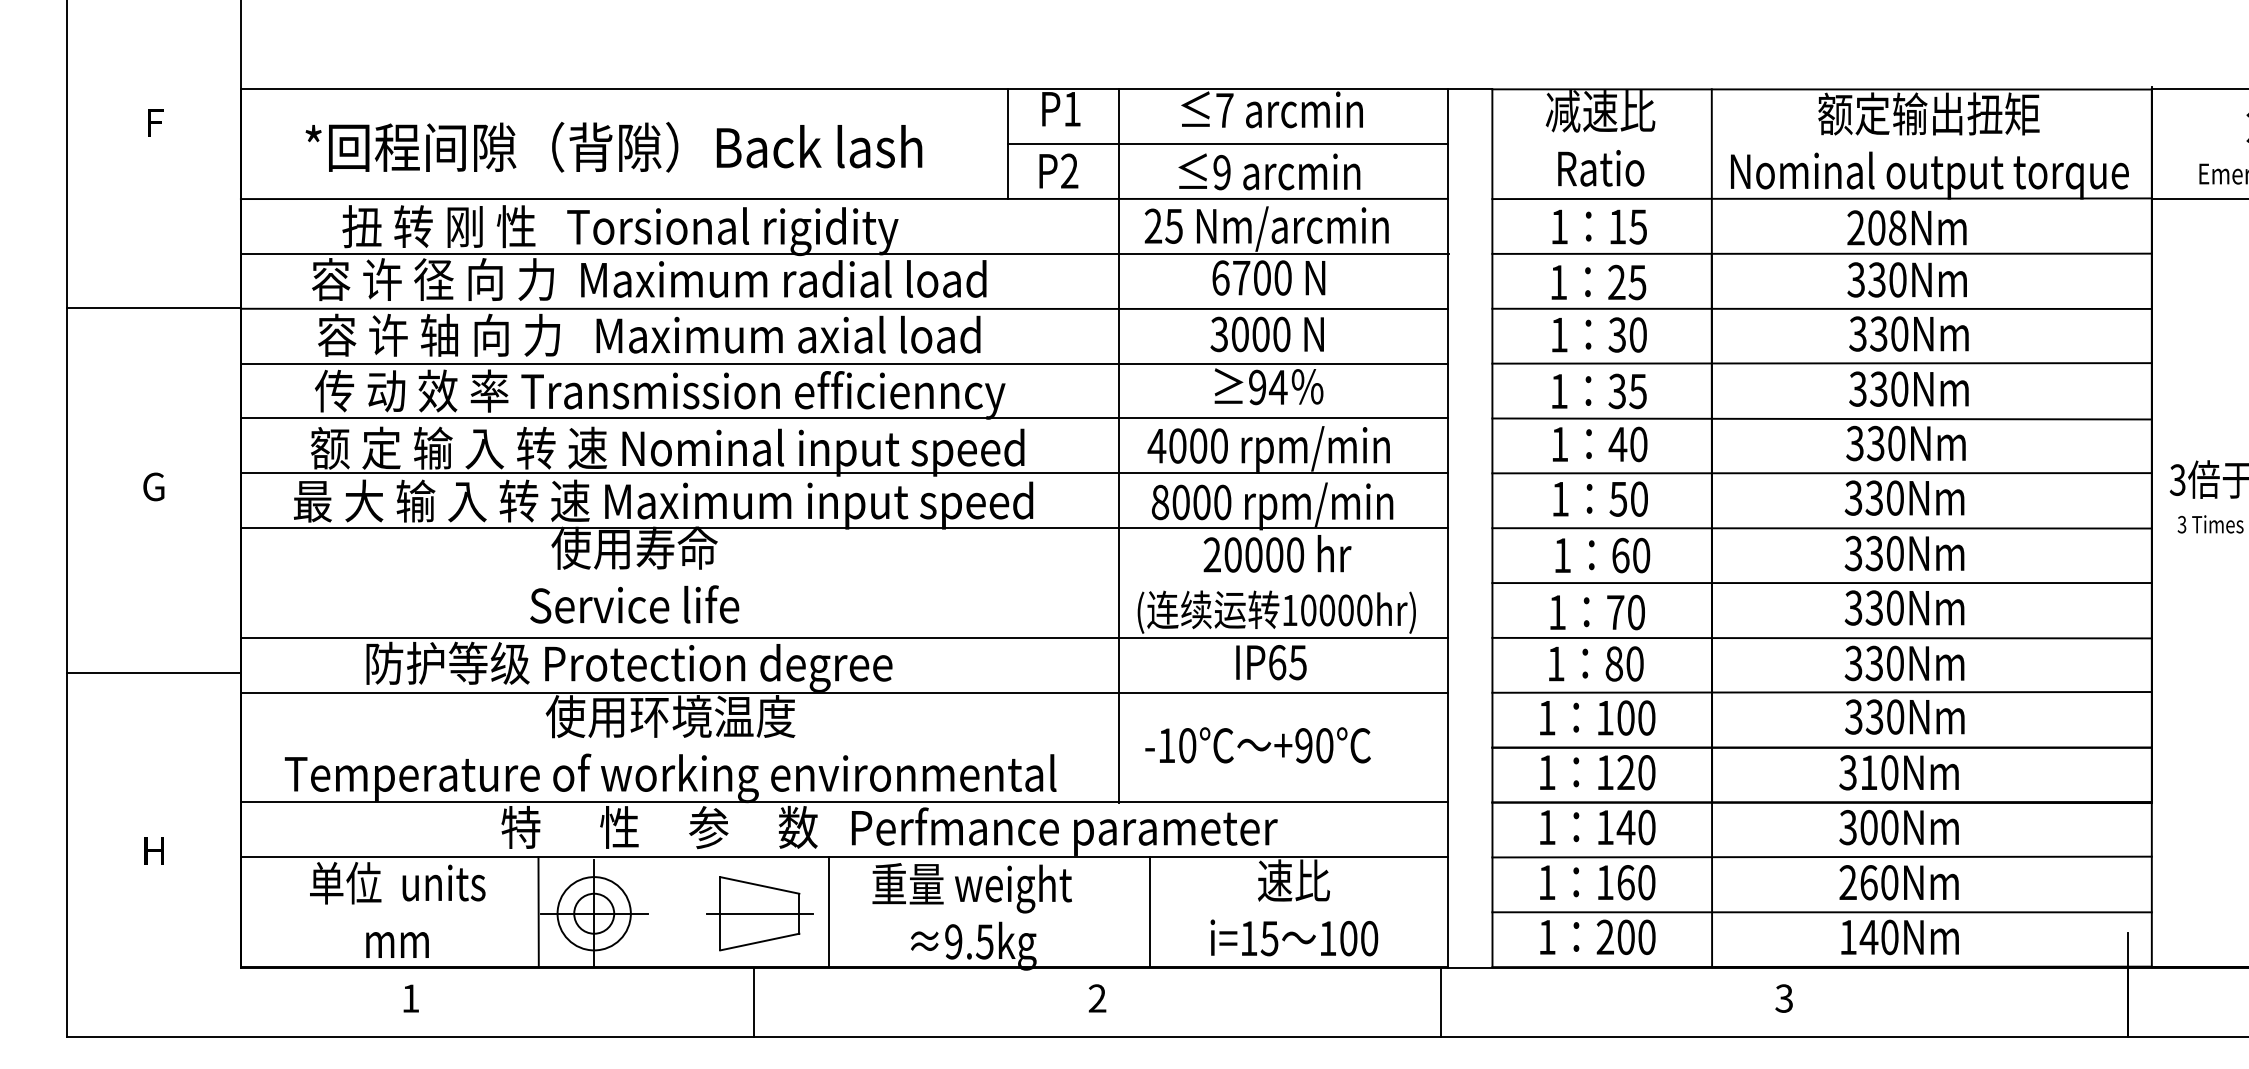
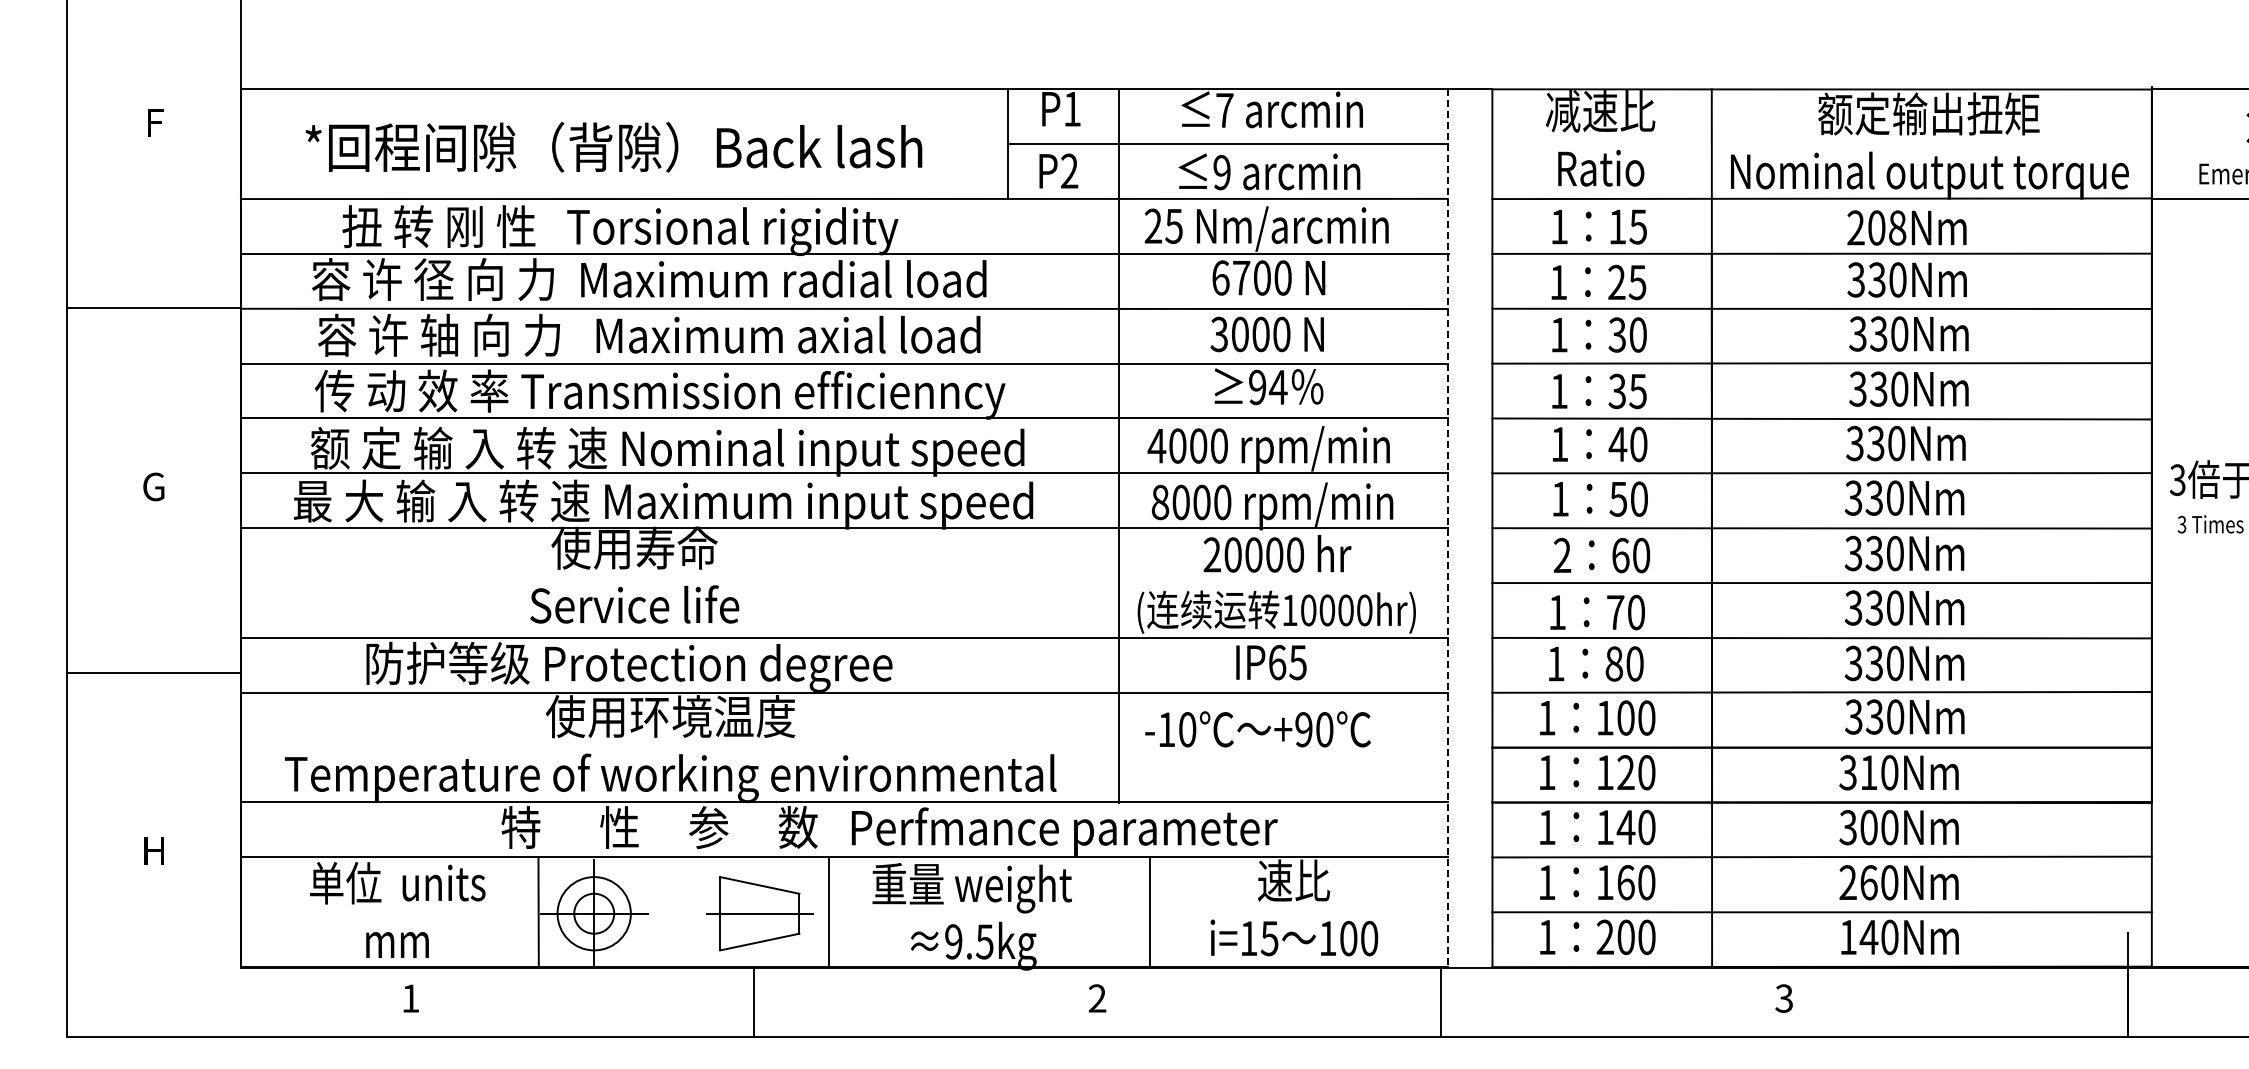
line at (1447, 528): solid -> dashed
text at (1562, 554): 1 -> 2
text at (1257, 745) position: (1257, 745) -> (1257, 729)
